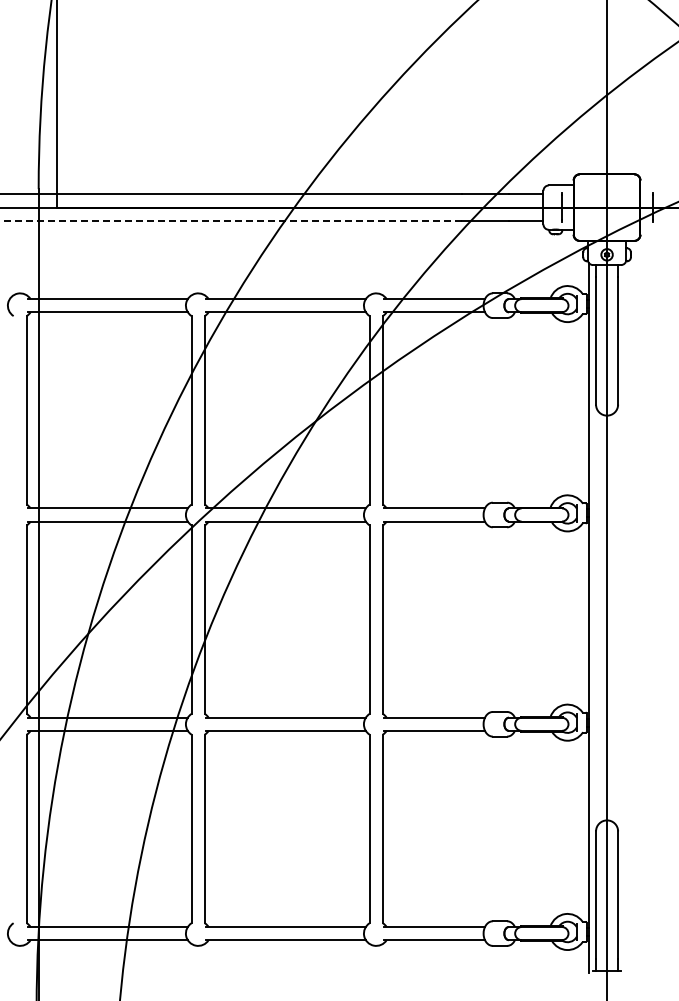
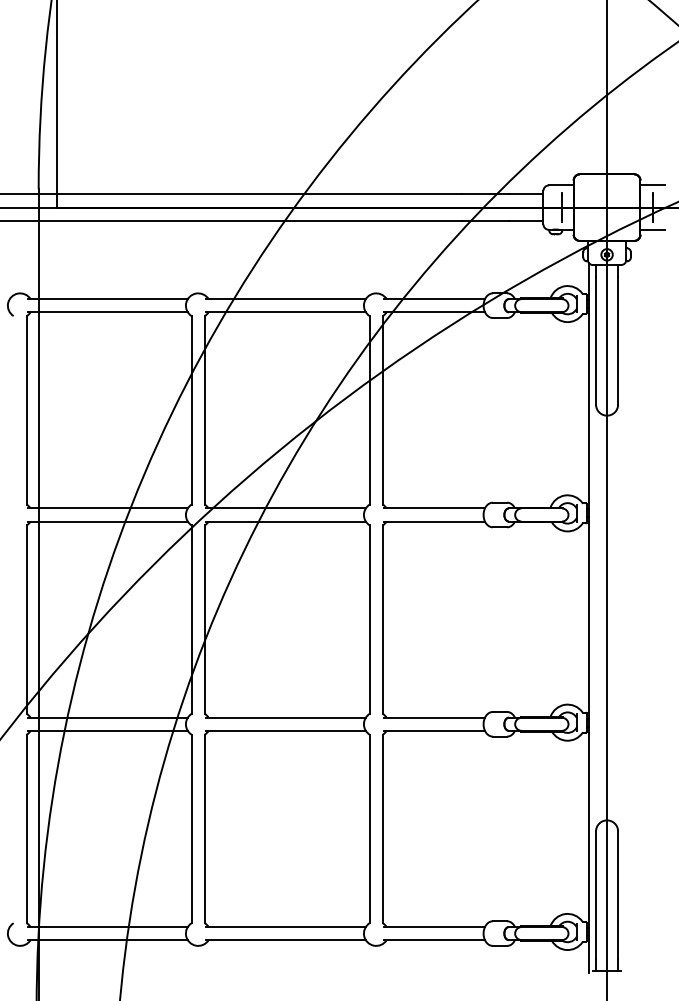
line at (652, 185): none -> present
line at (231, 221): dashed -> solid
line at (652, 229): none -> present
